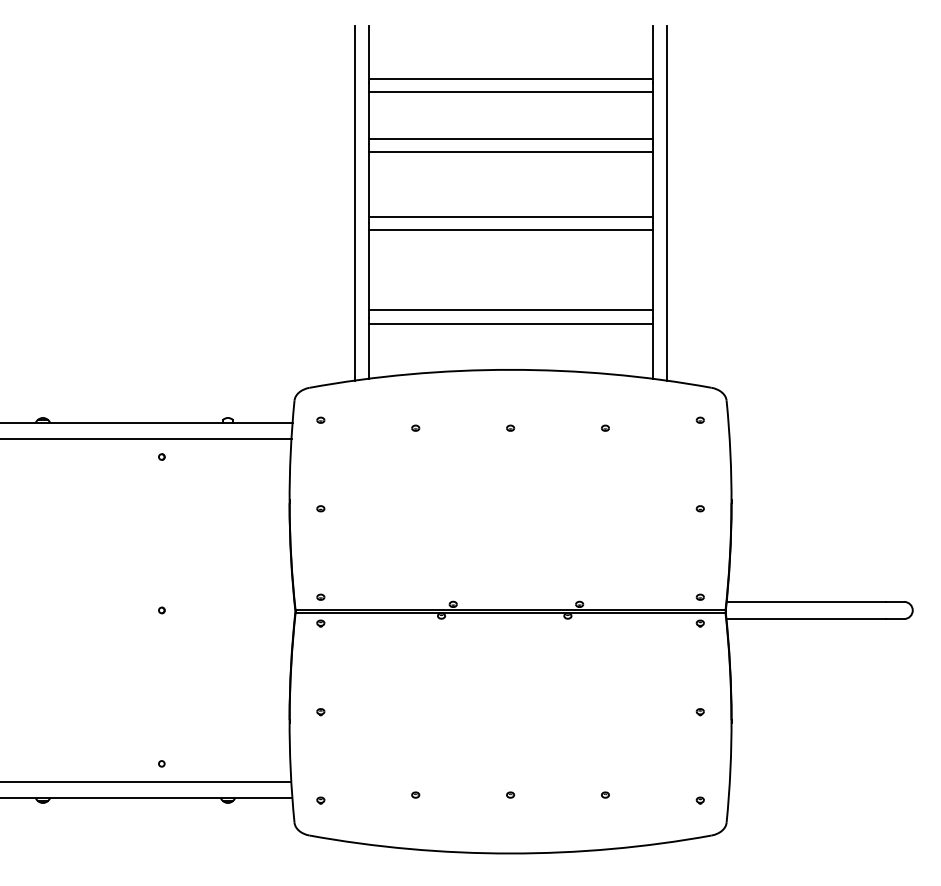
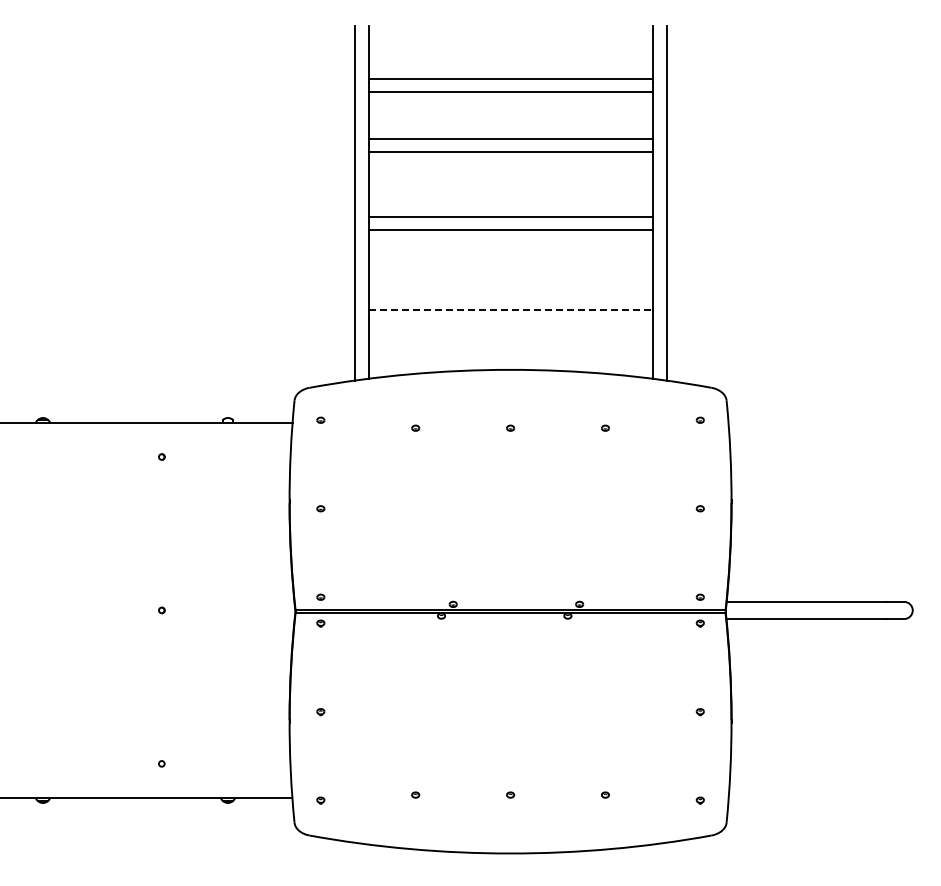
line at (510, 309): solid -> dashed
line at (510, 323): present -> none
line at (146, 438): present -> none
line at (146, 782): present -> none
